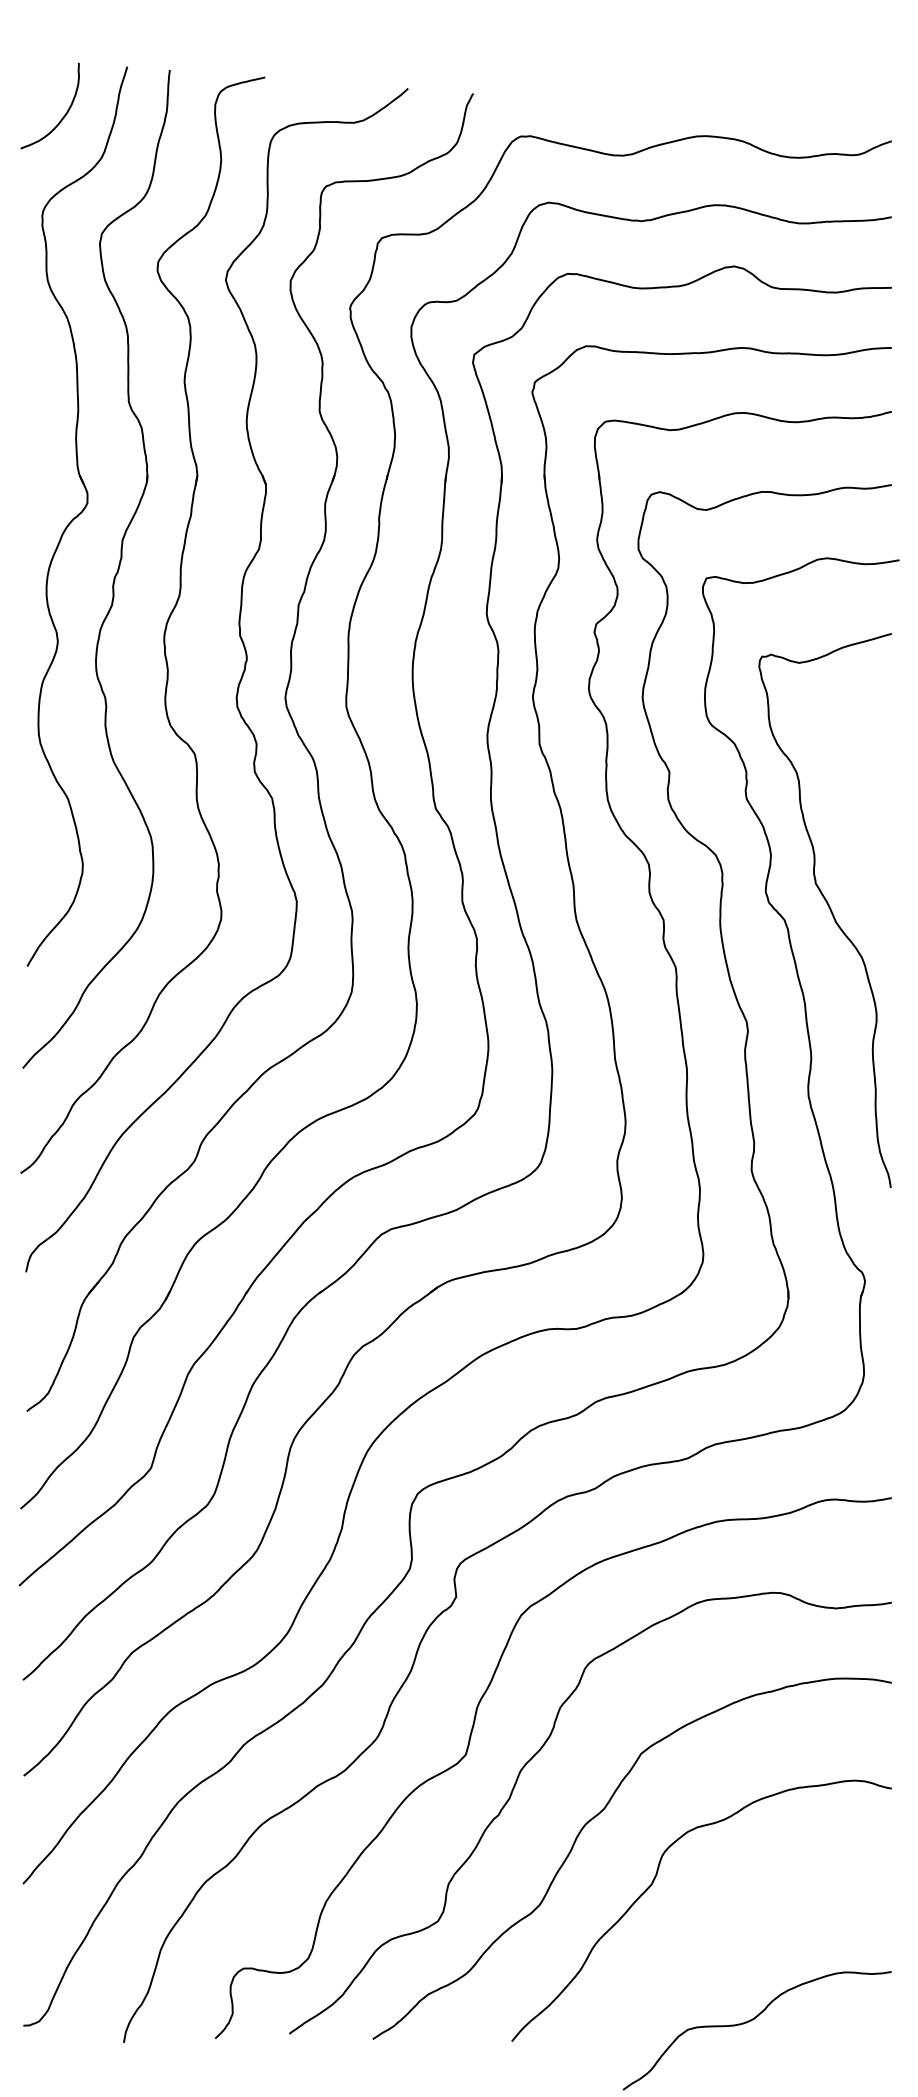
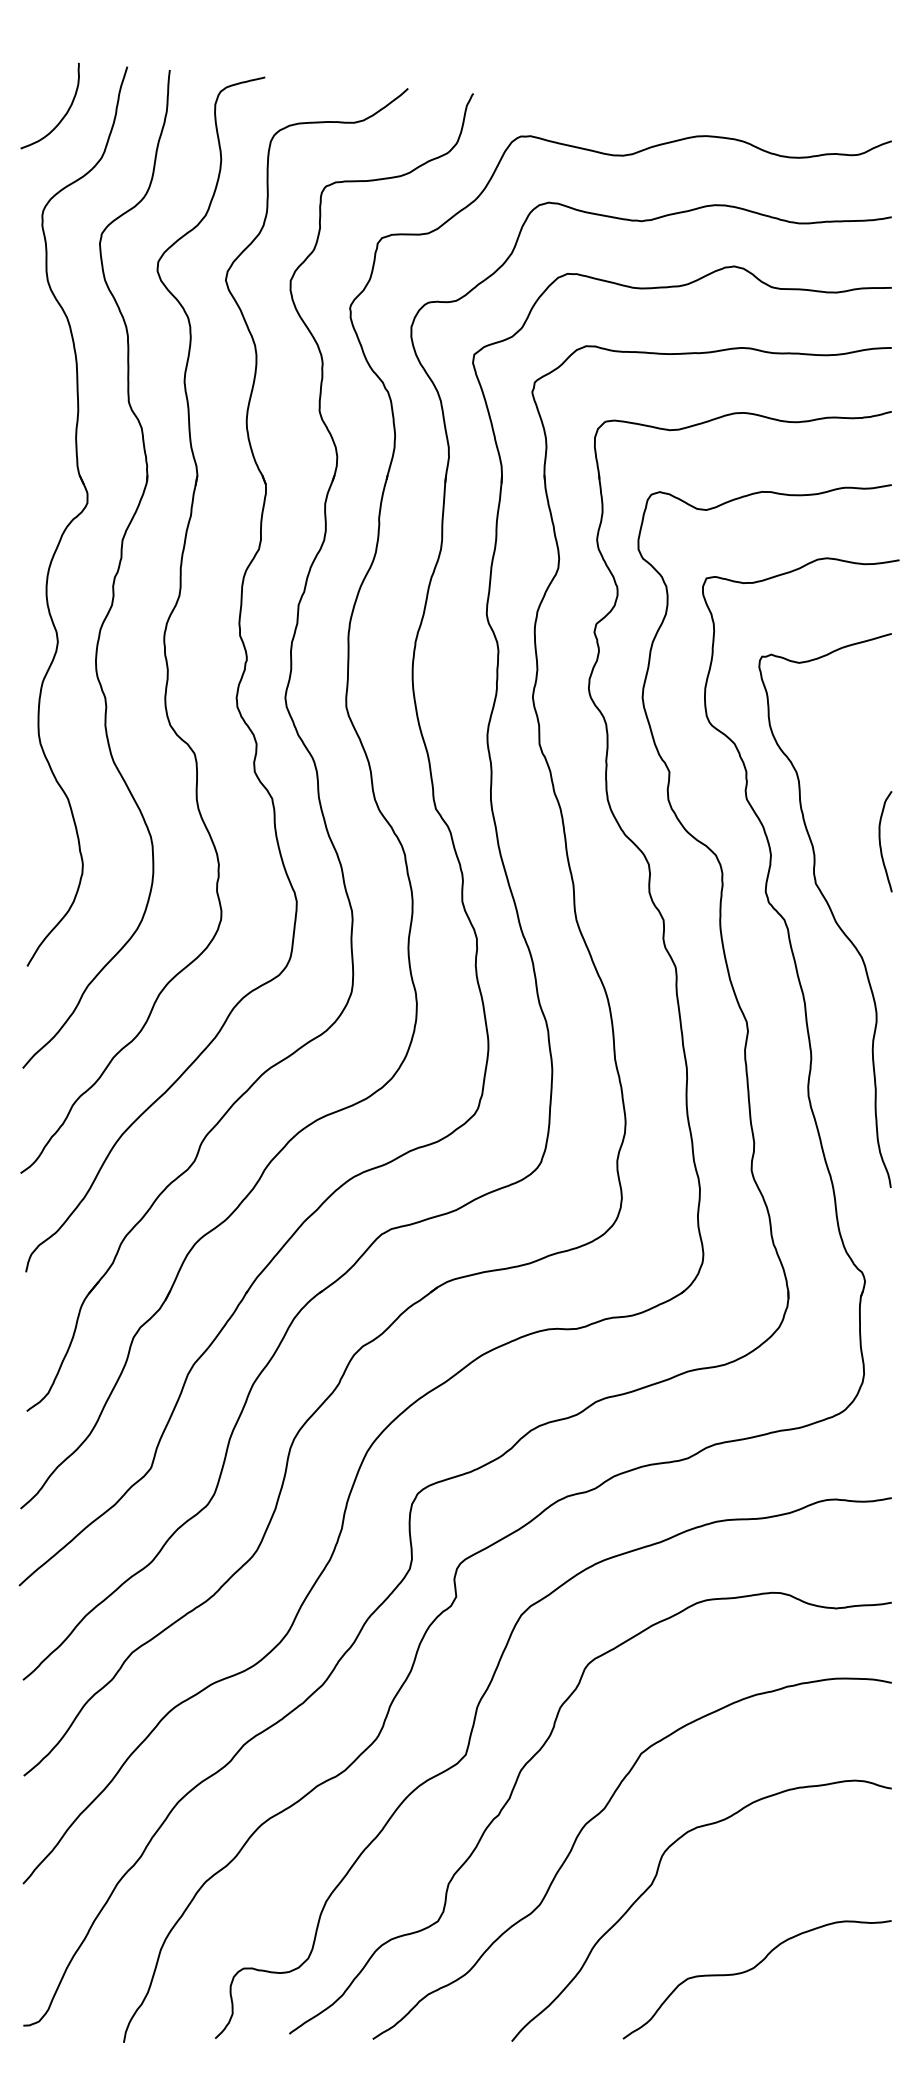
curve at (880, 841): none -> present
curve at (751, 2021) position: (751, 2021) -> (751, 1970)
